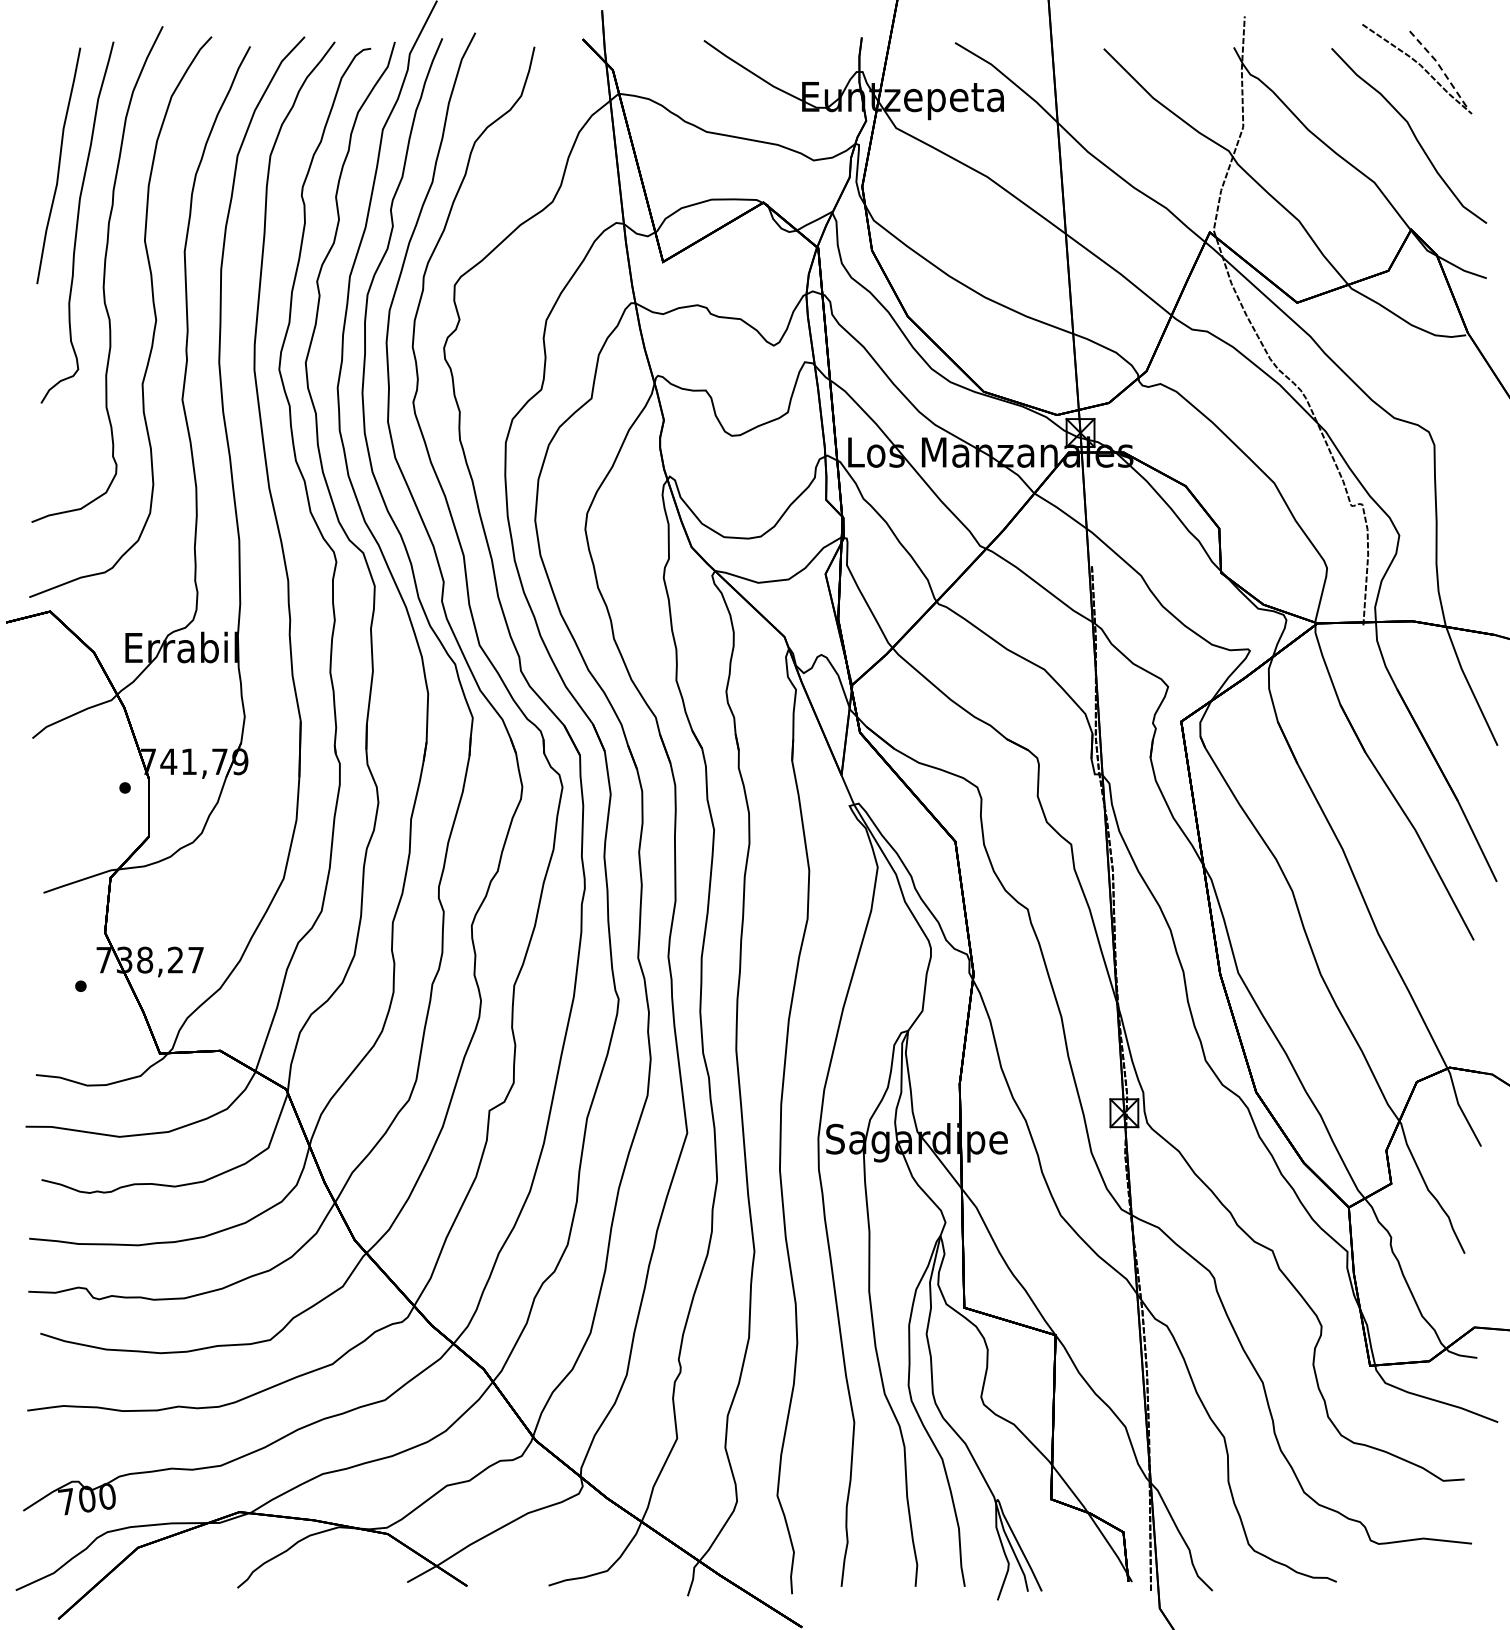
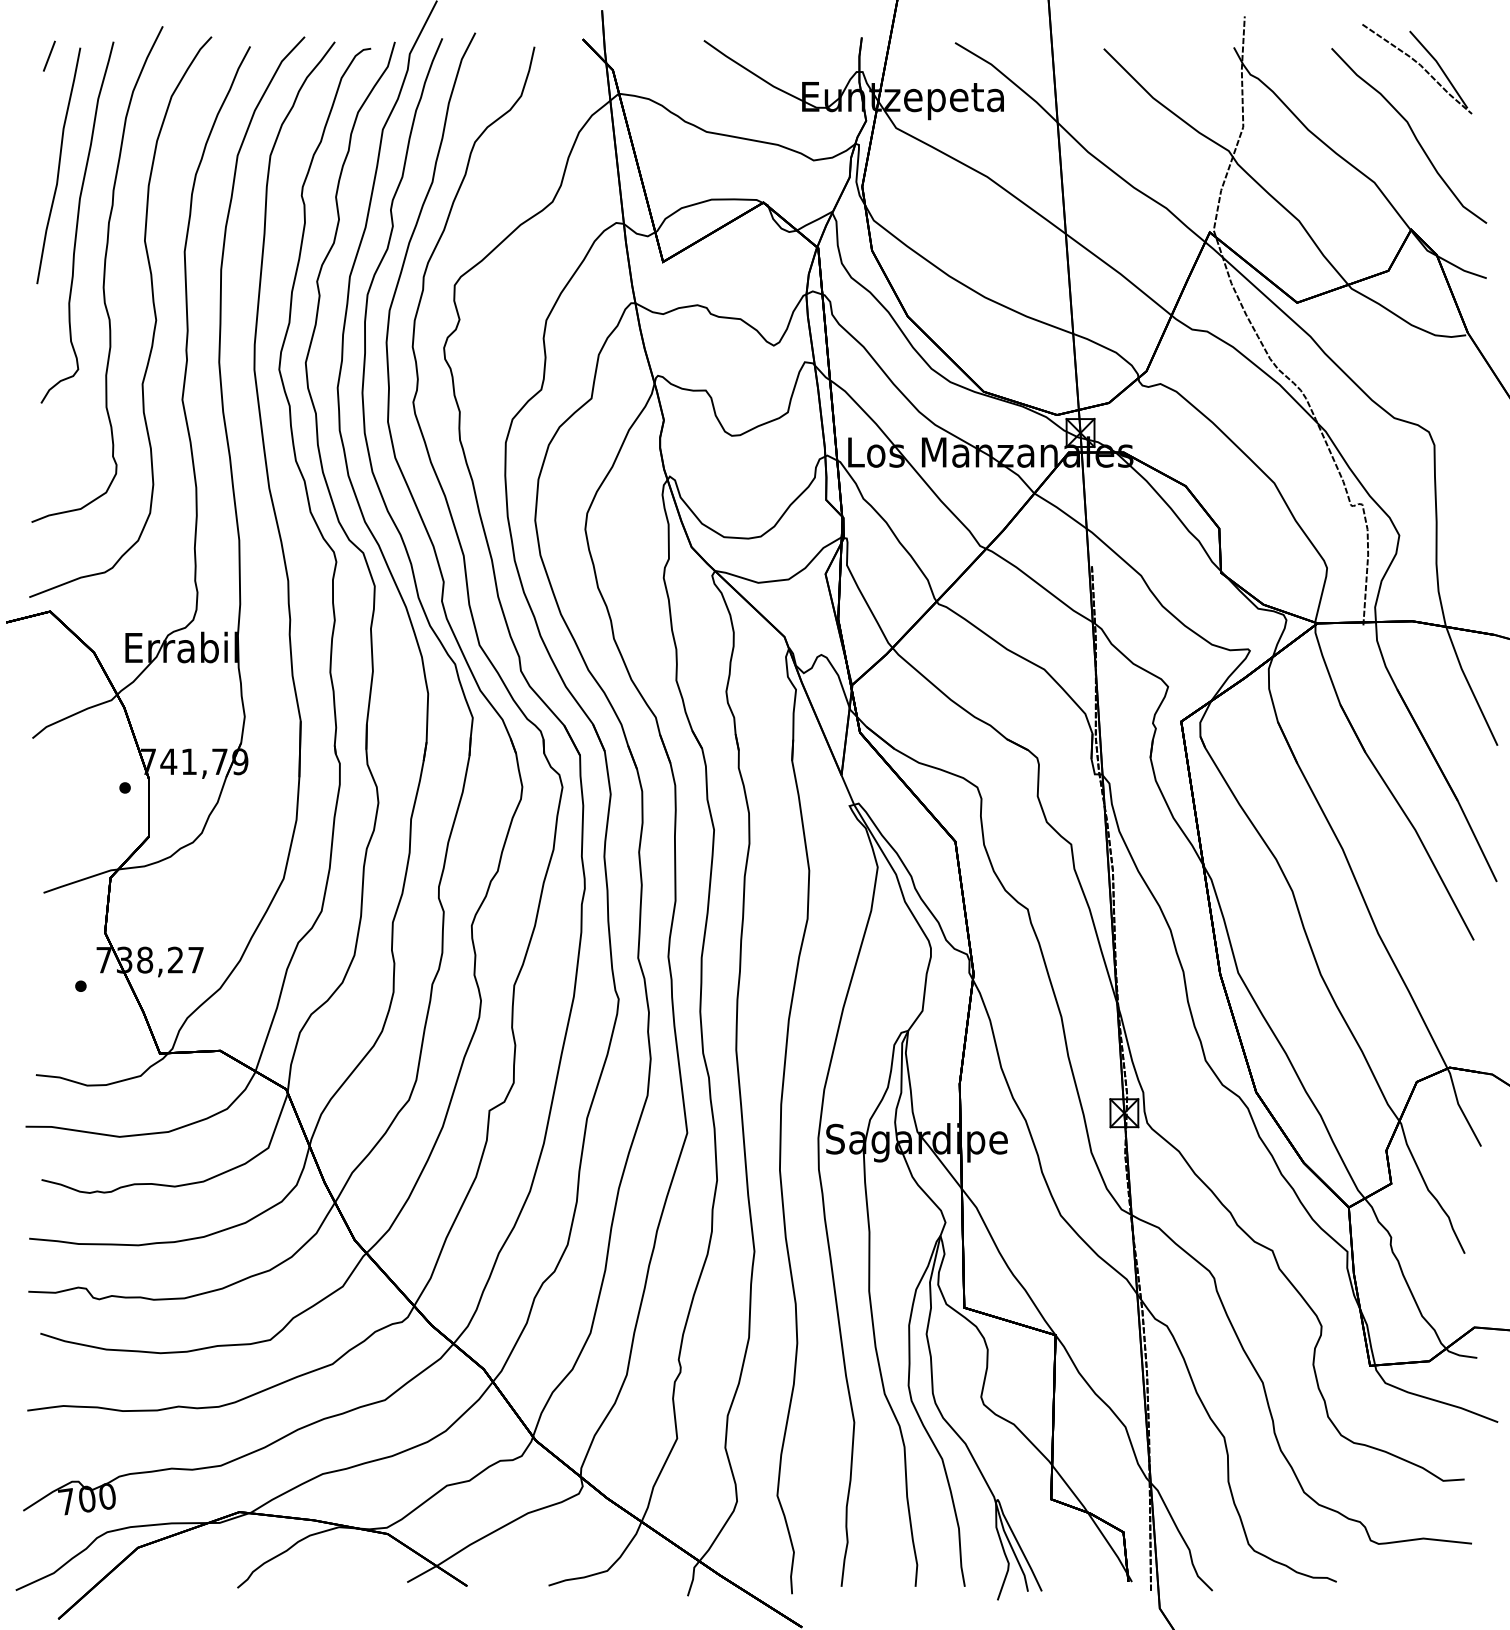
line at (49, 55): none -> present
line at (1440, 67): dashed -> solid
